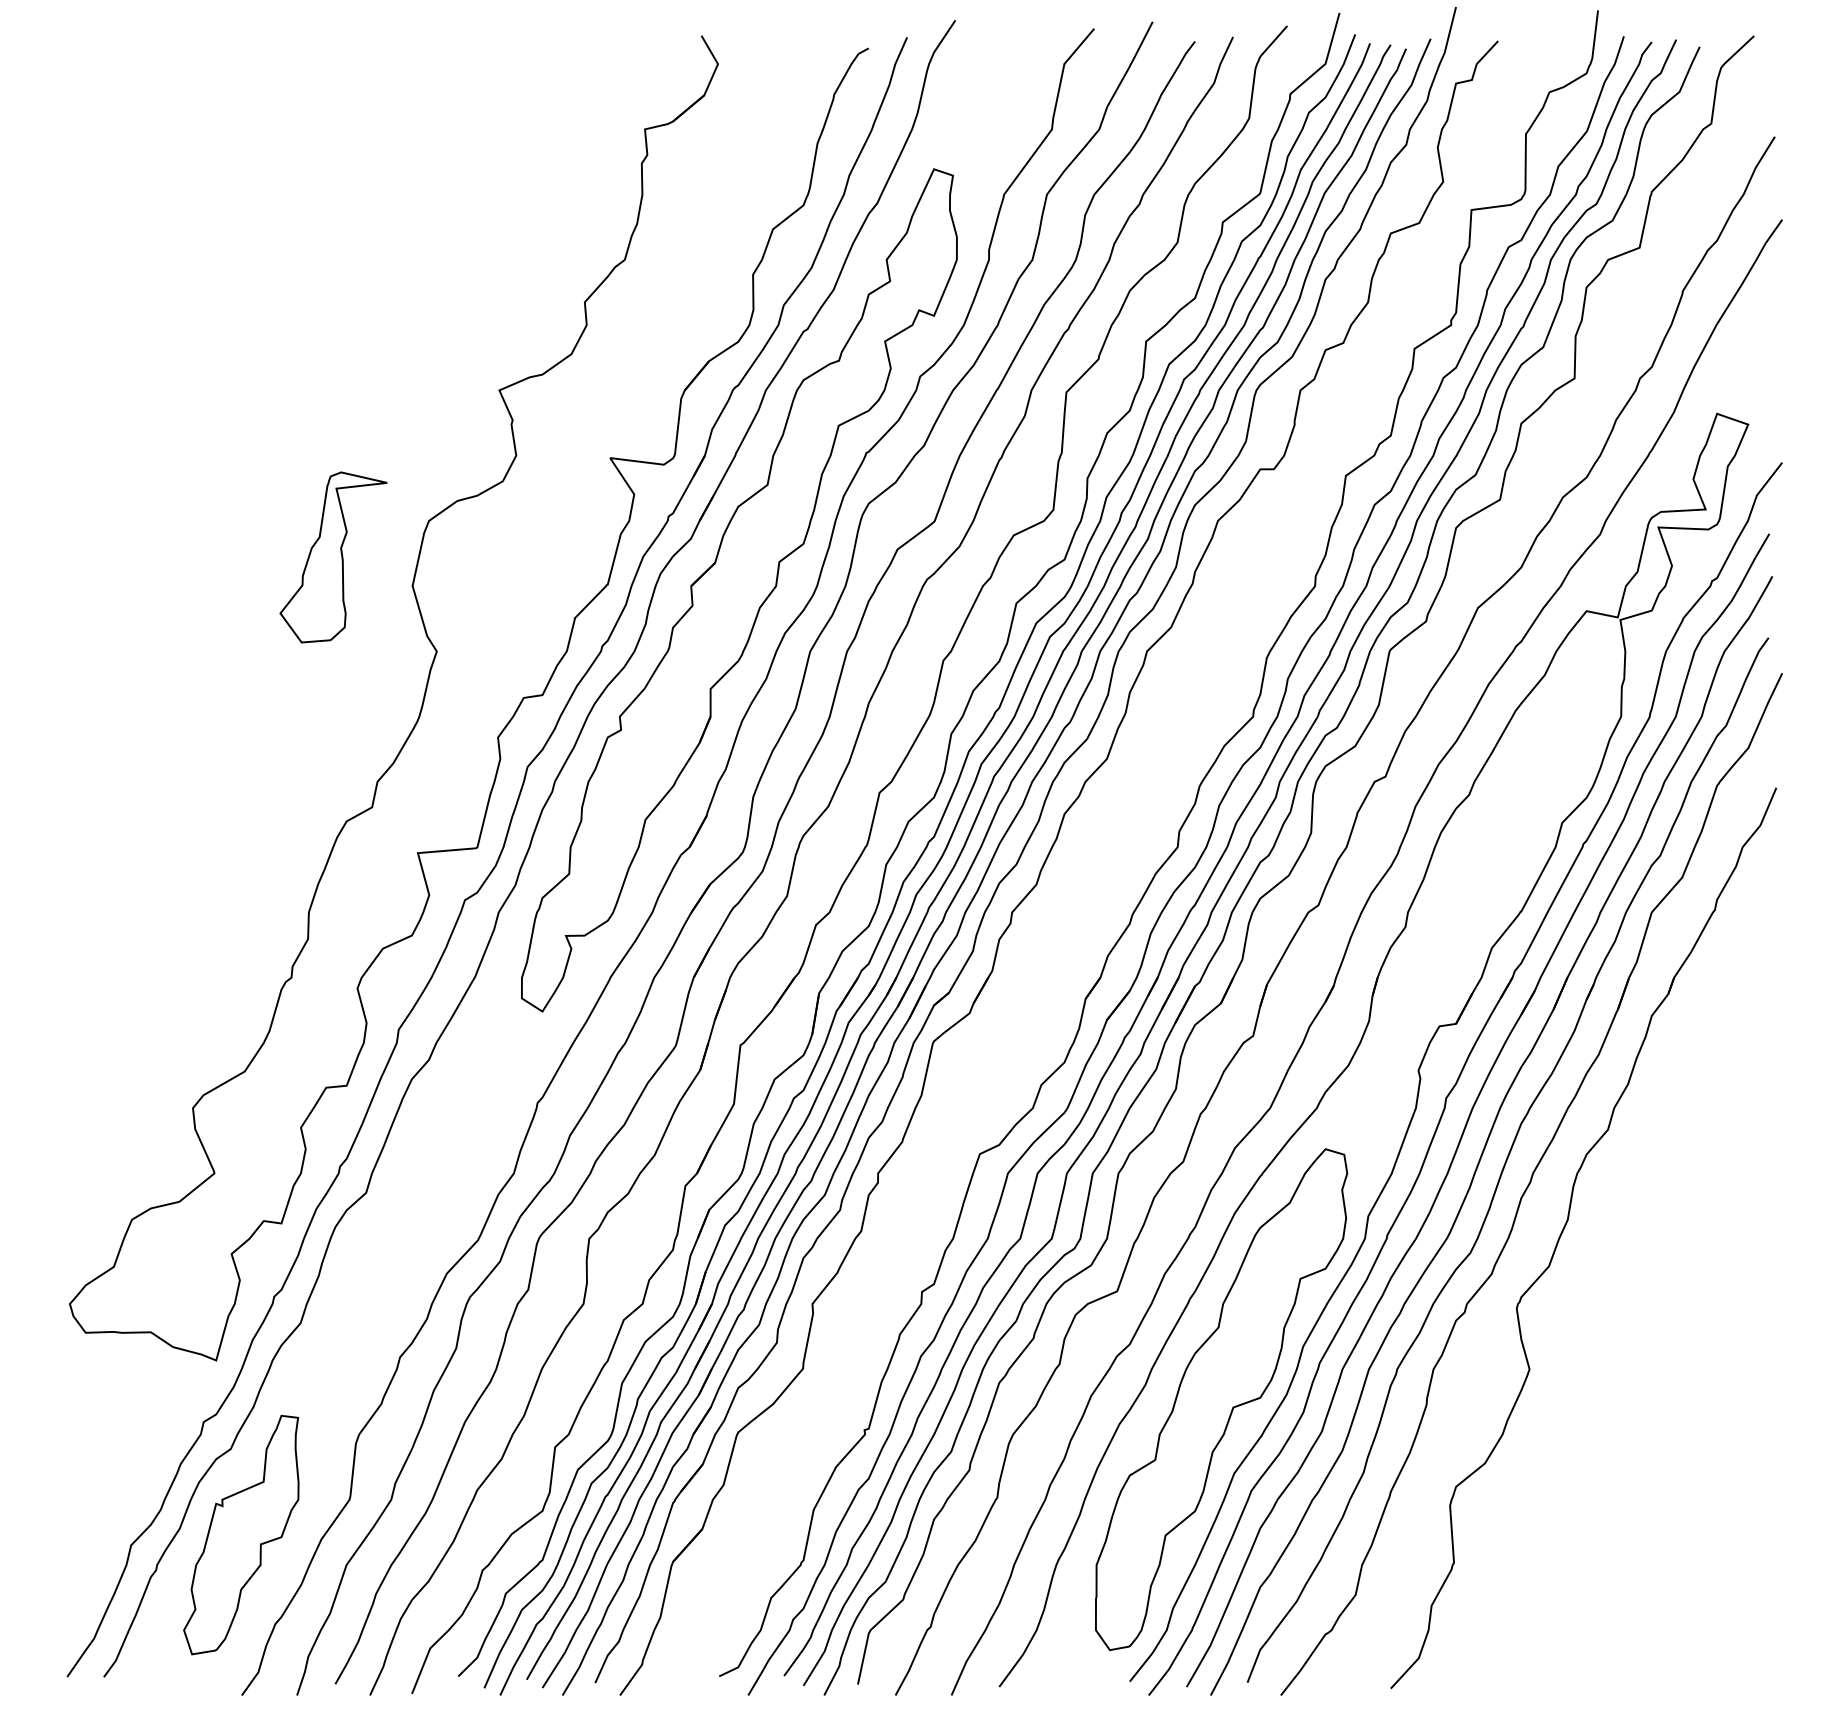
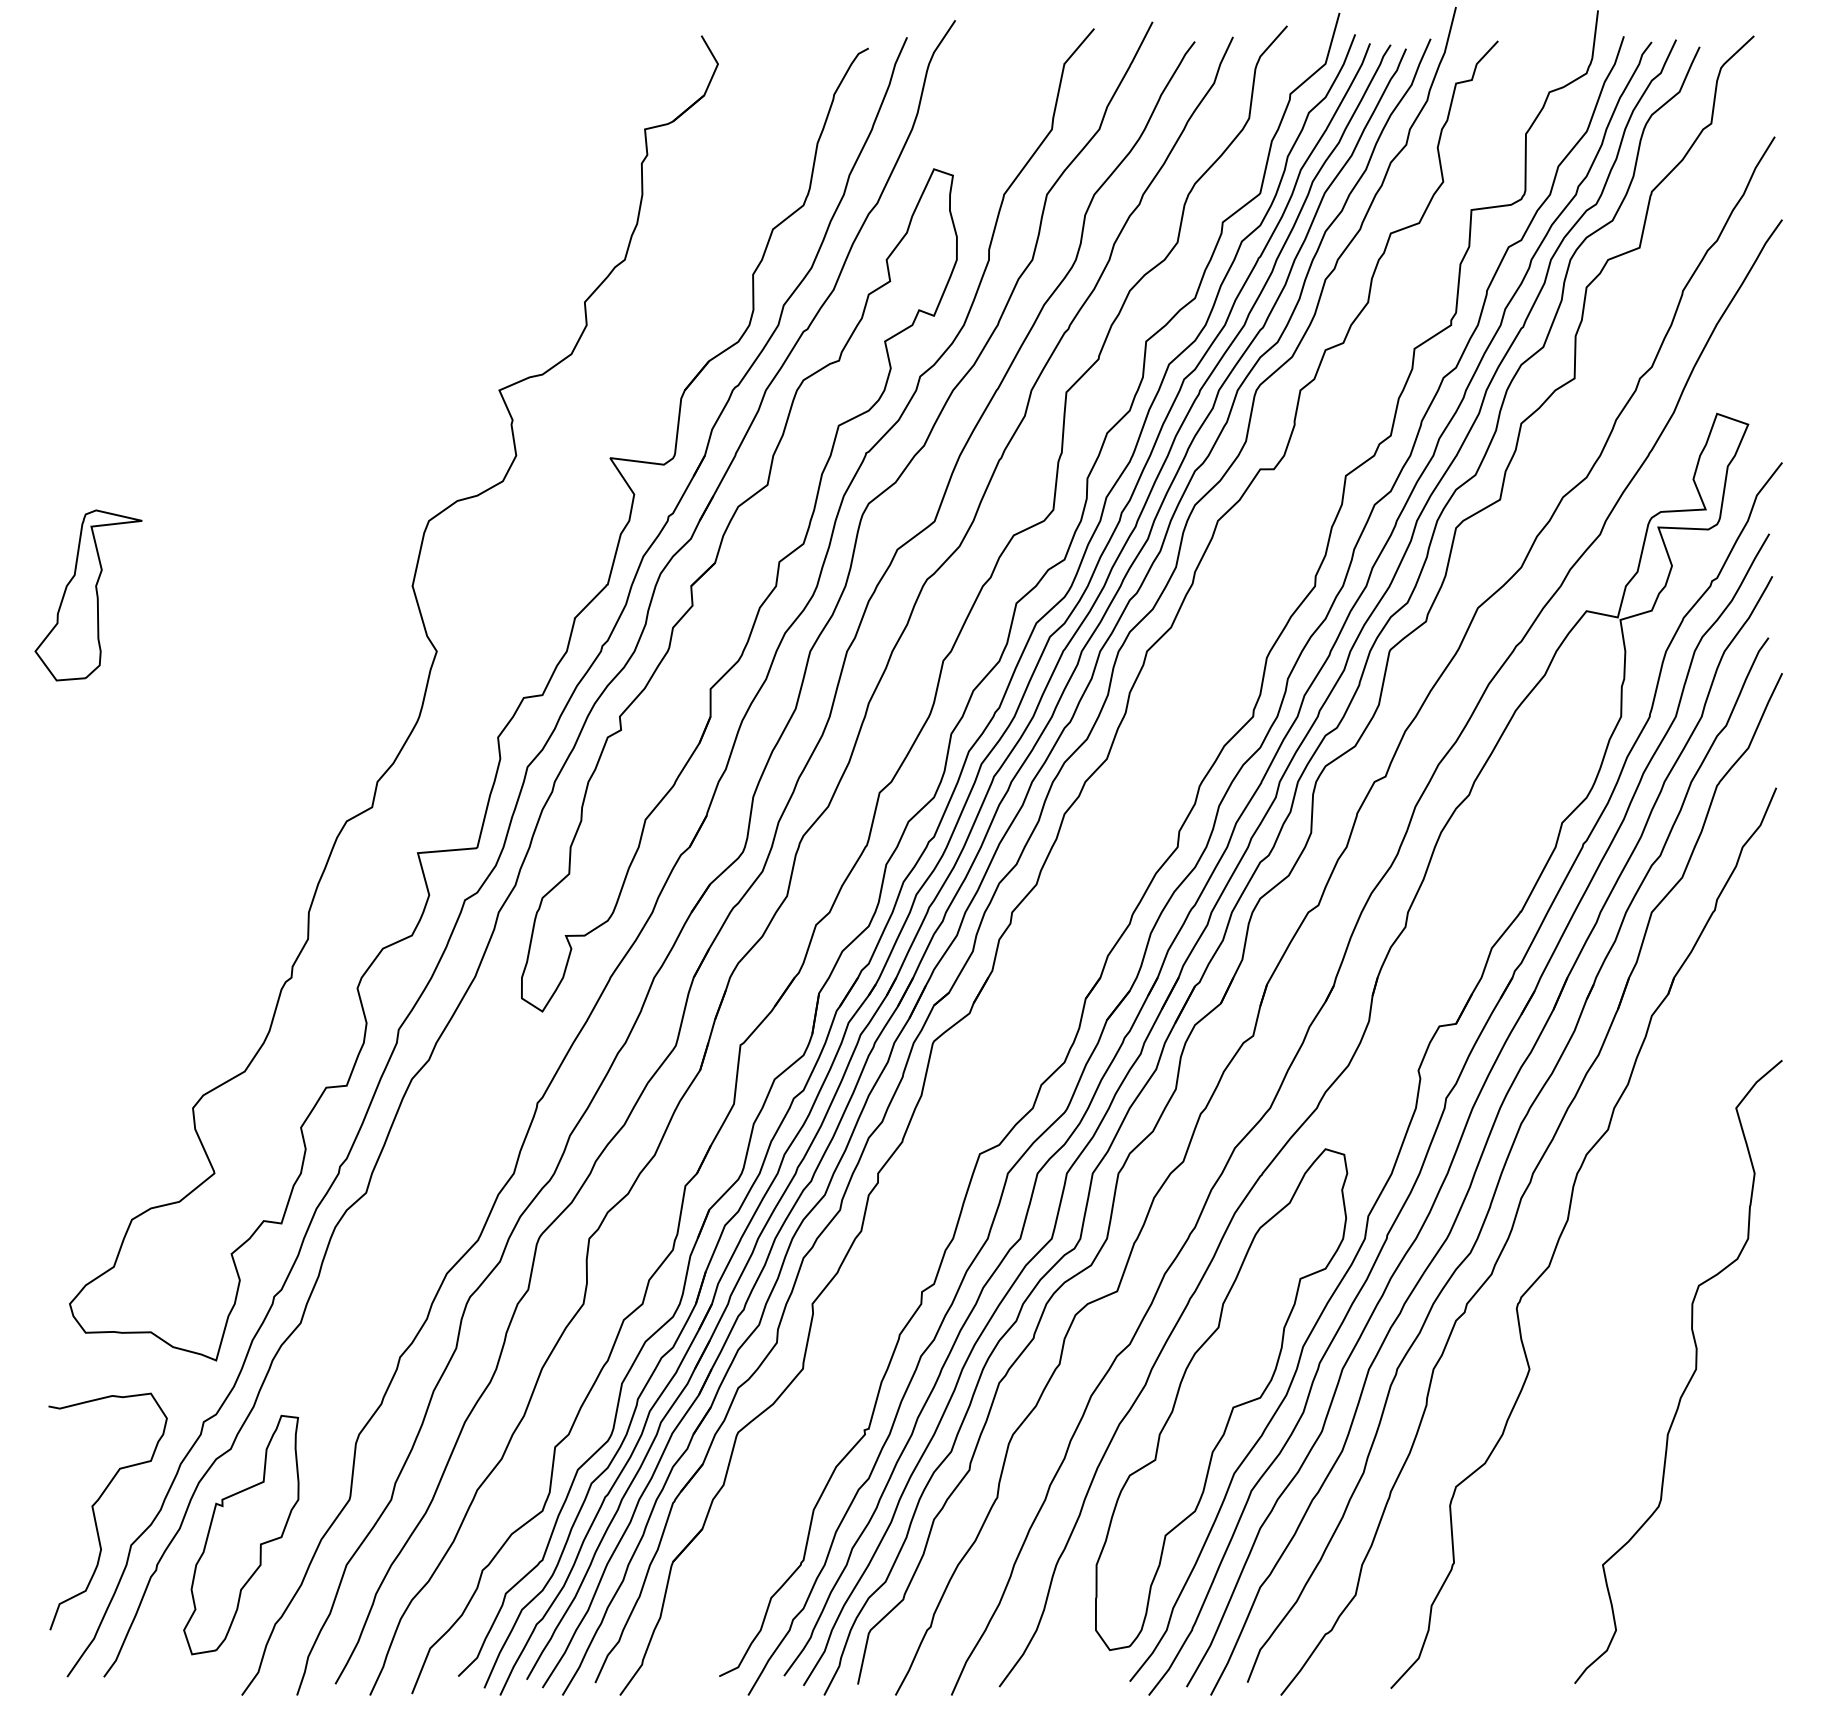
part at (333, 557) position: (333, 557) -> (88, 595)
curve at (1690, 1377): none -> present
curve at (95, 1515): none -> present
